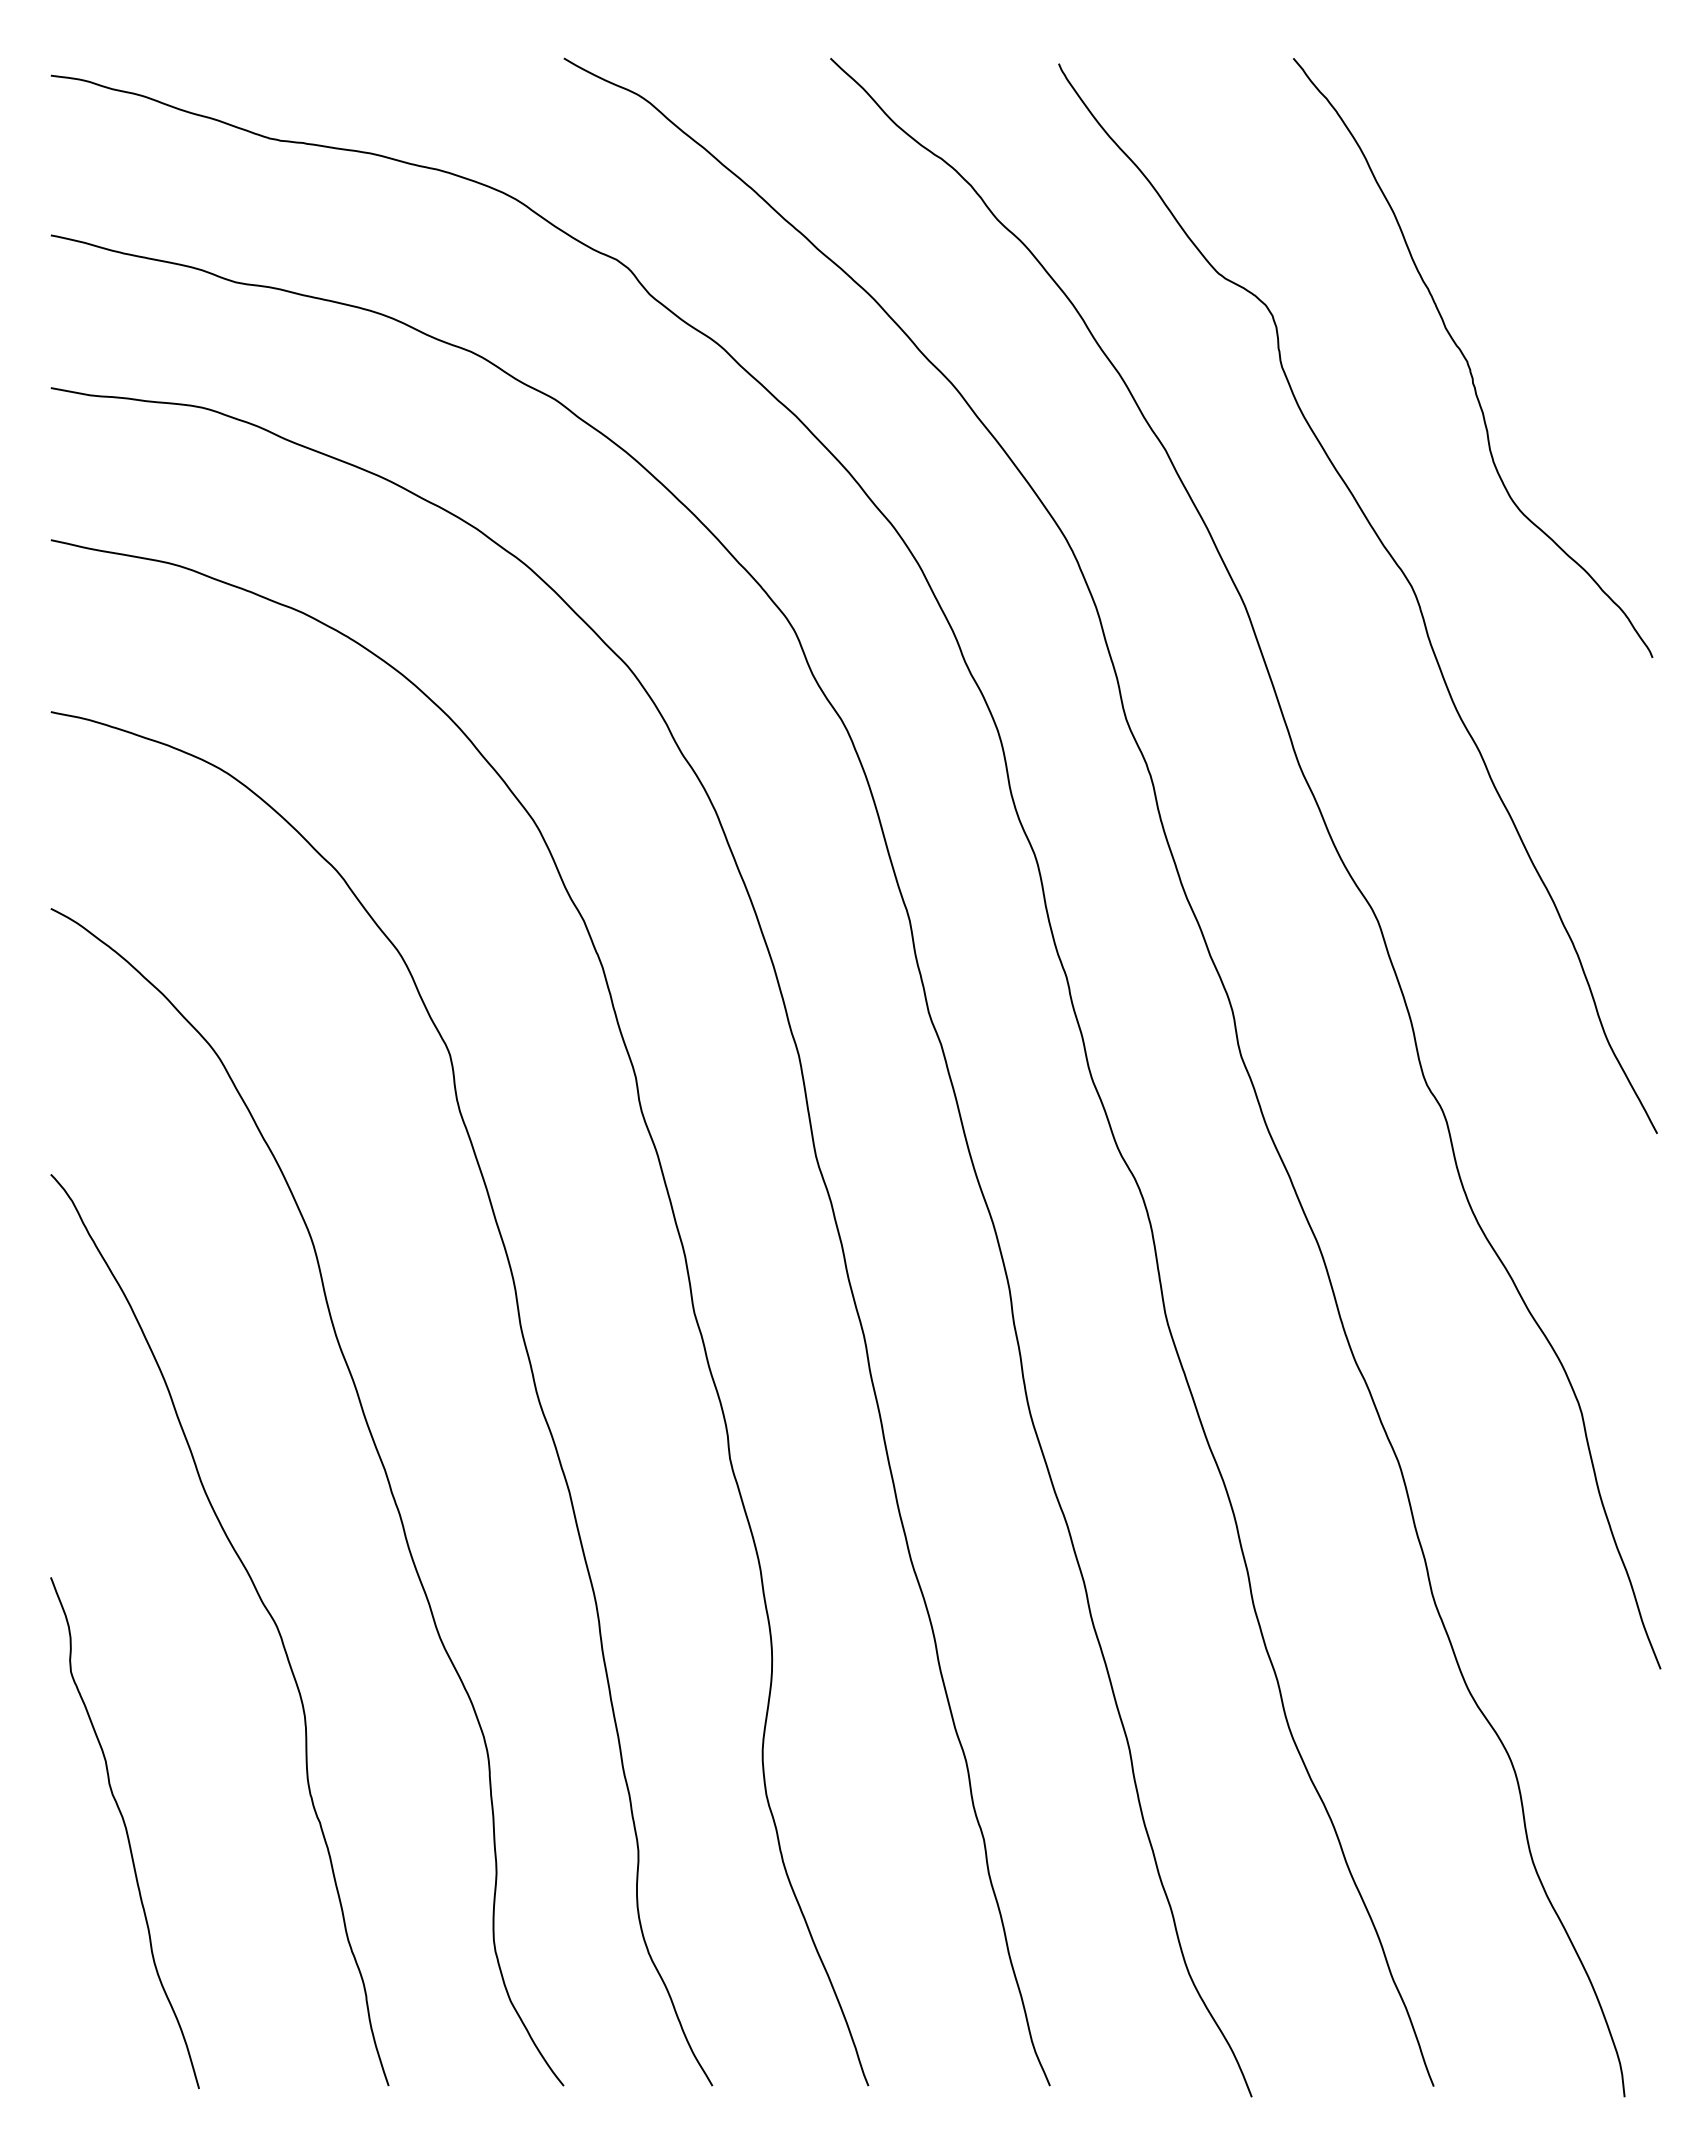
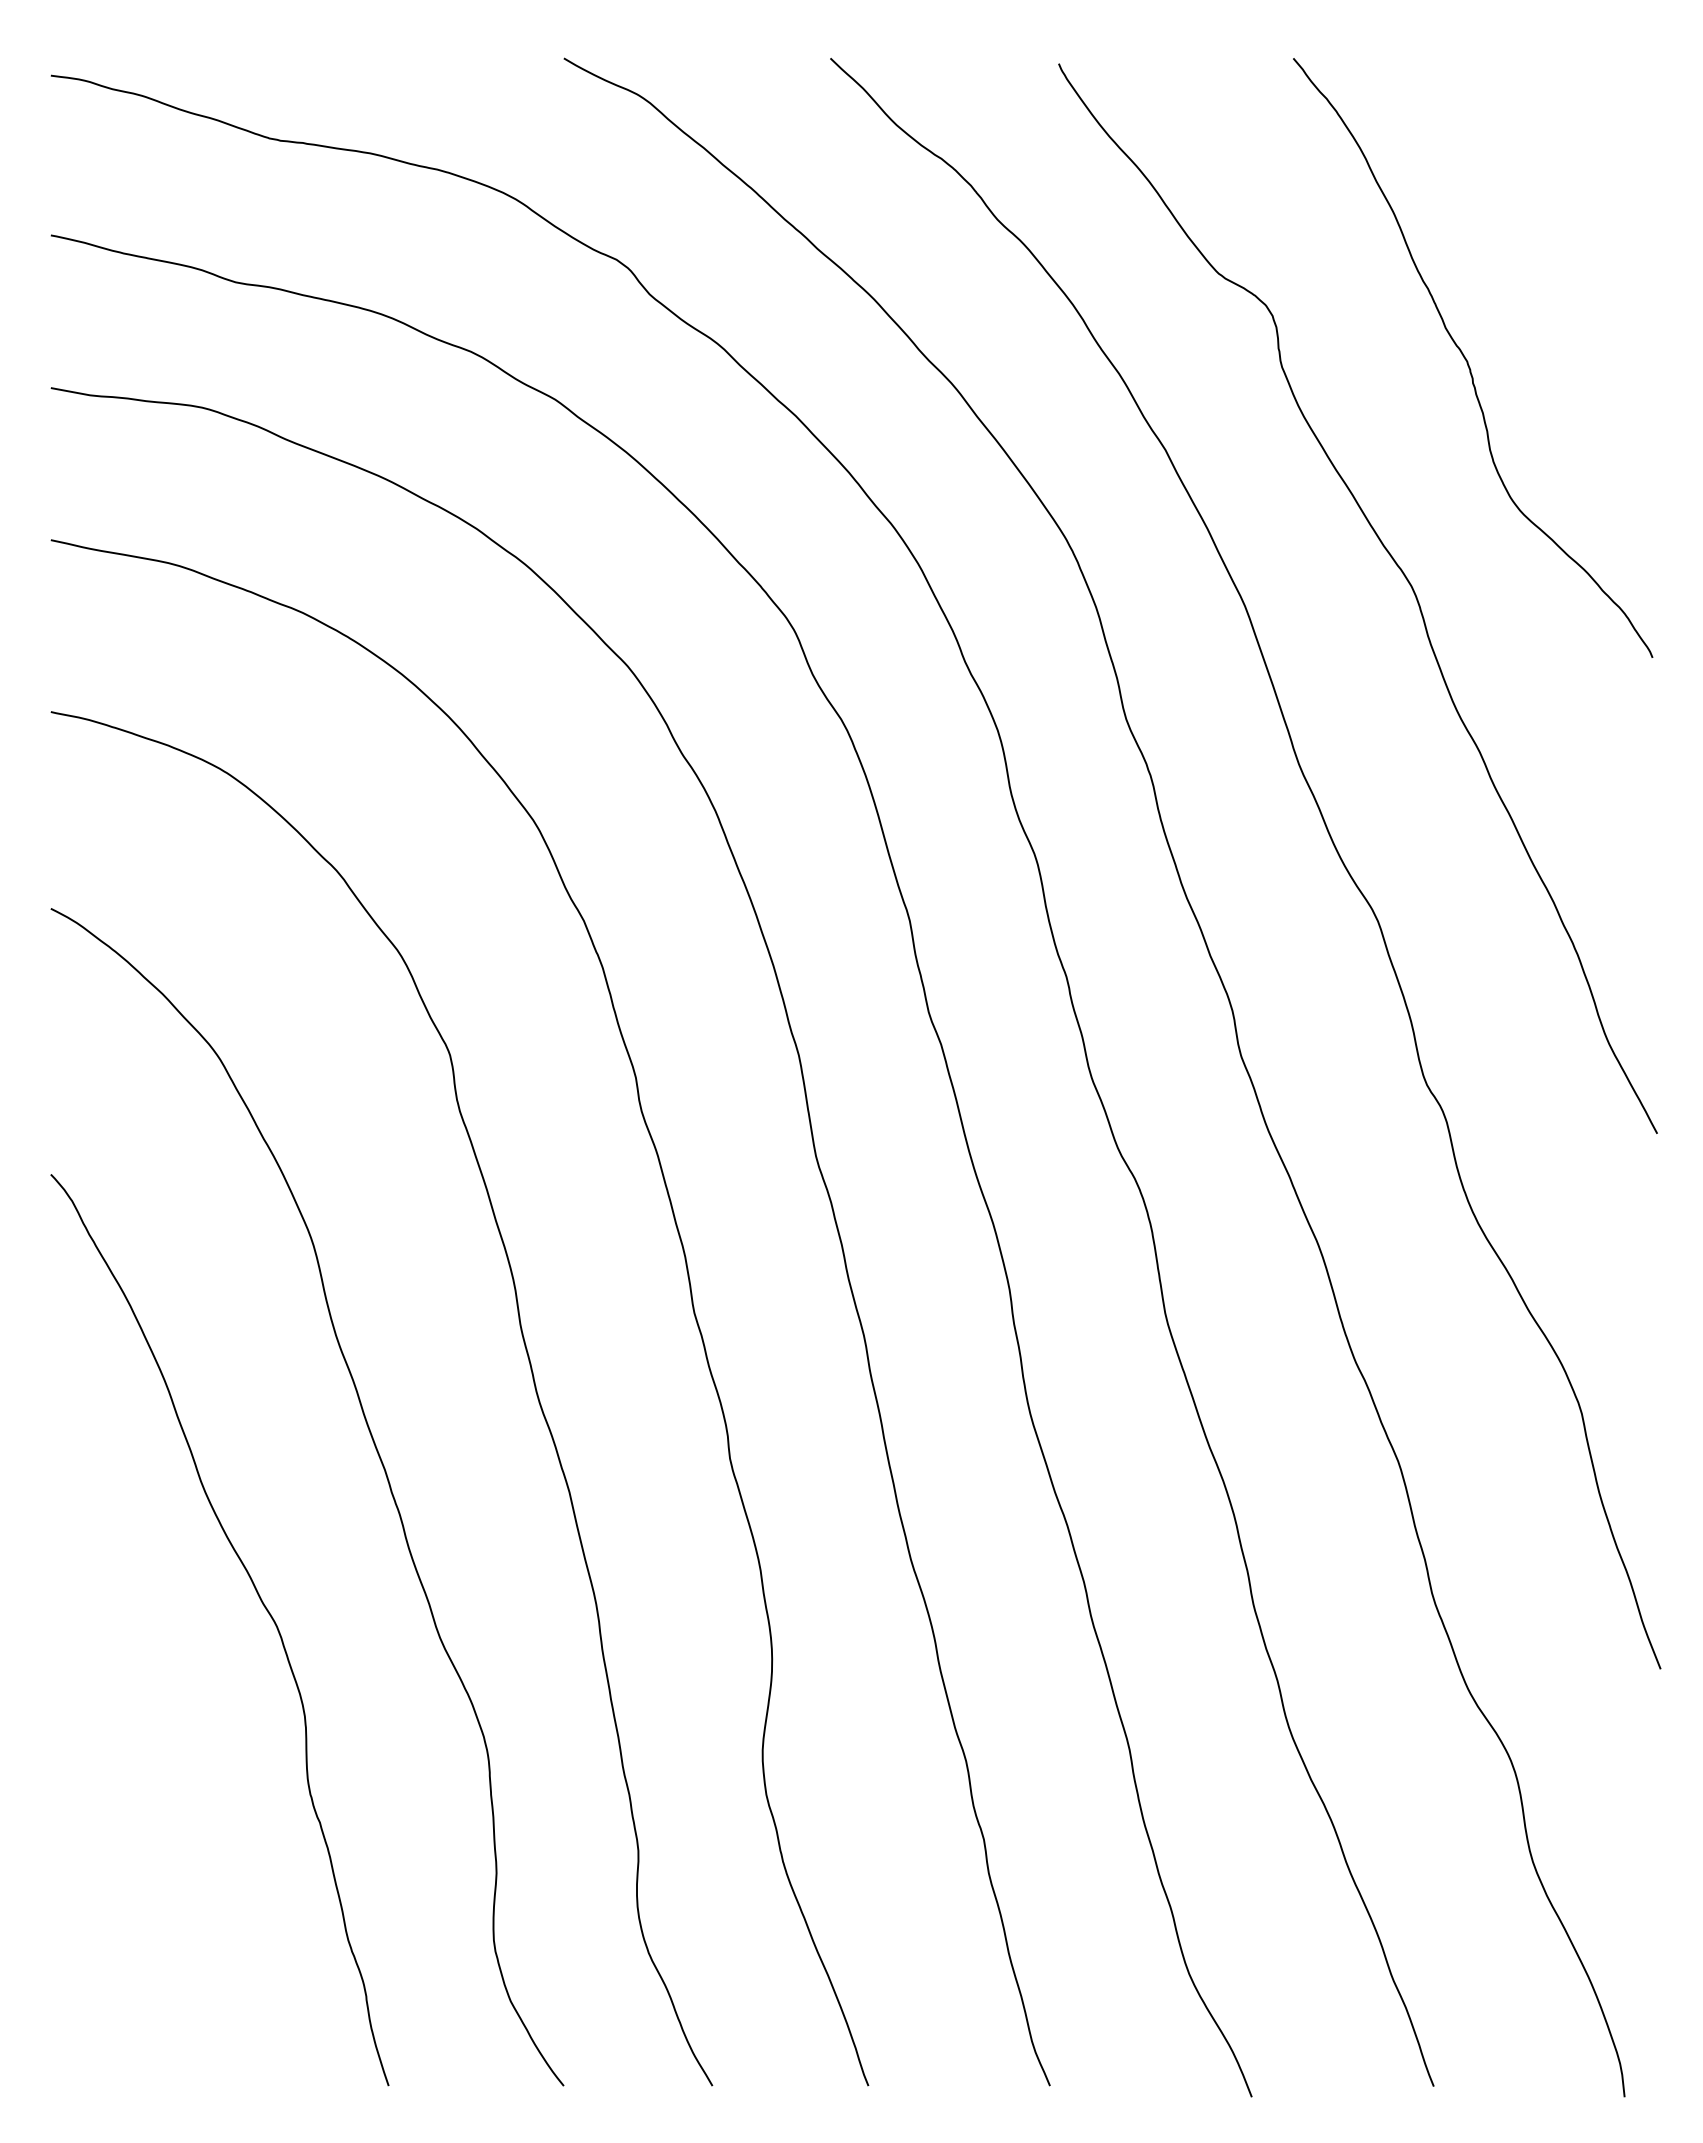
curve at (125, 1831): present -> none
